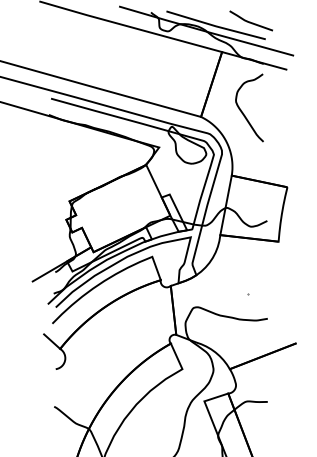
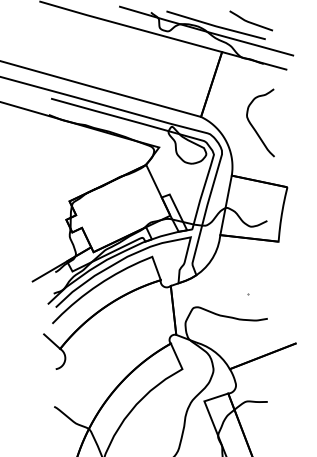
curve at (243, 112) position: (243, 112) -> (254, 127)
